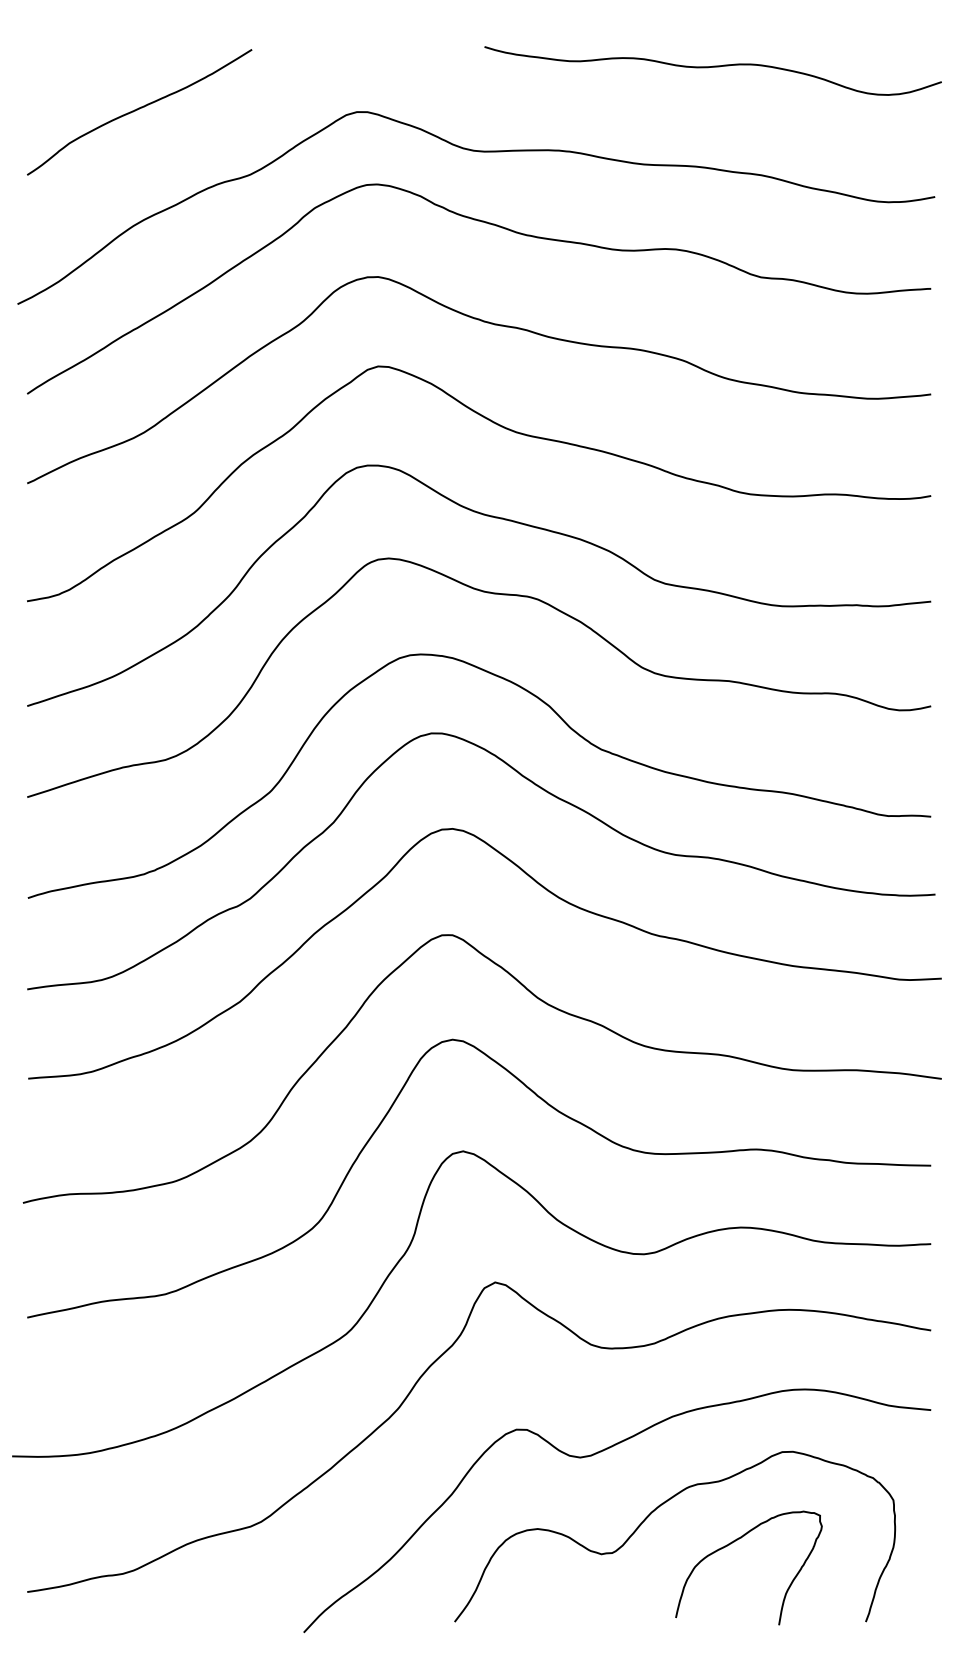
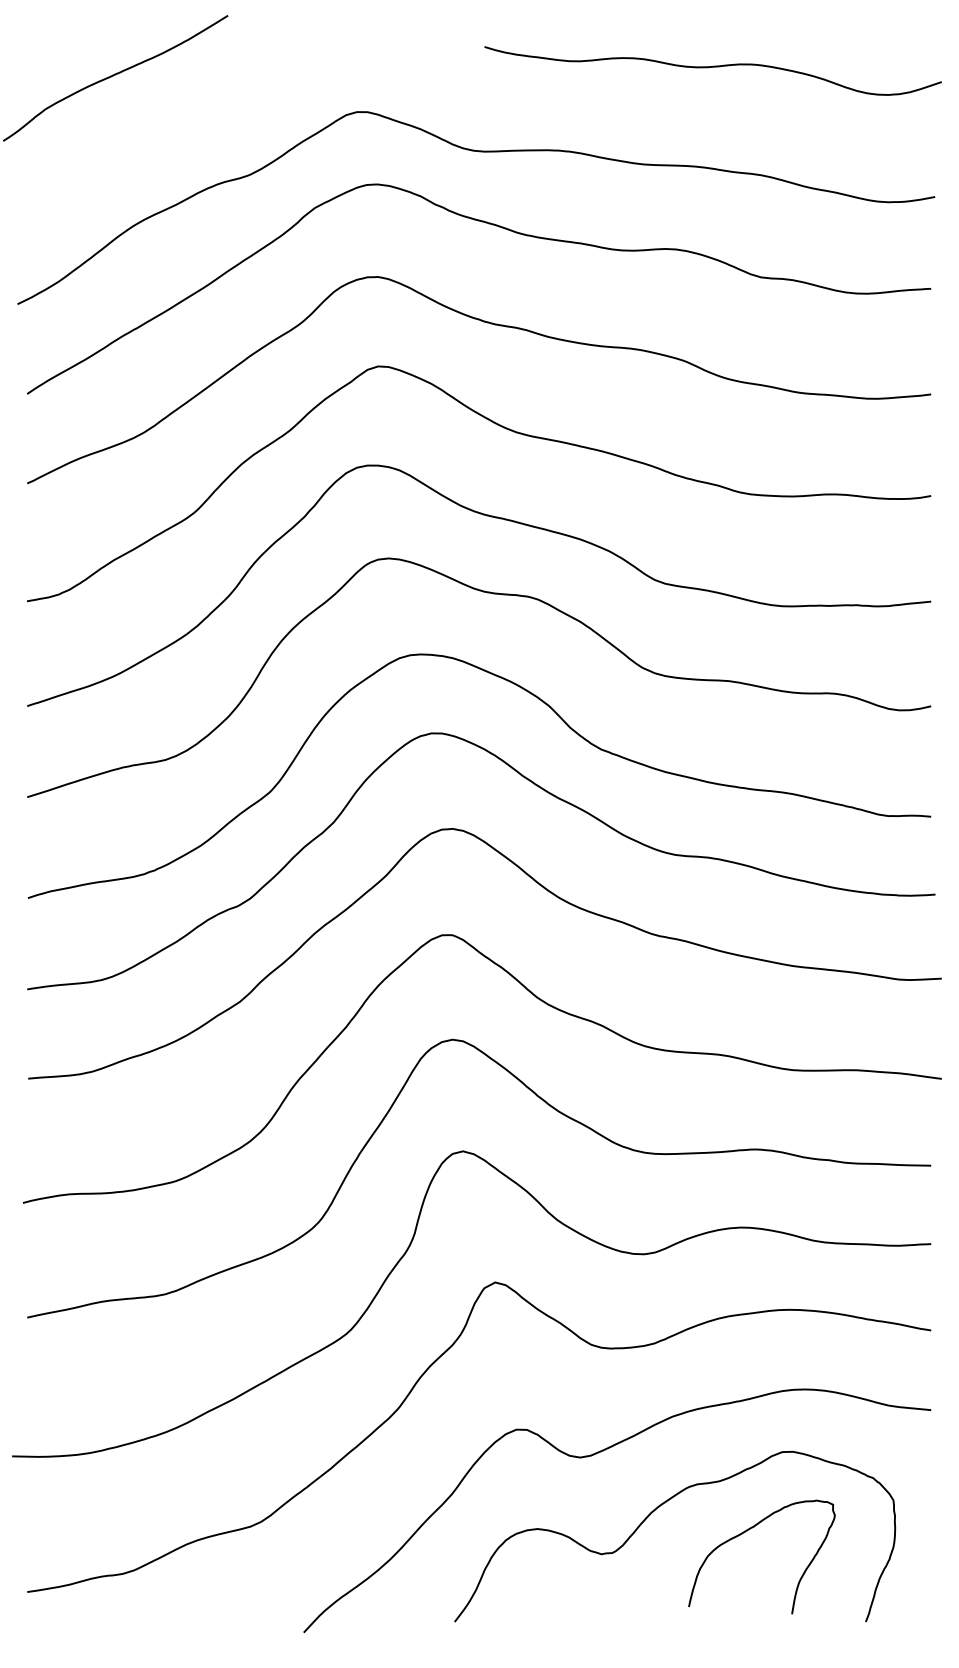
curve at (137, 110) position: (137, 110) -> (113, 76)
curve at (734, 1542) position: (734, 1542) -> (747, 1531)
